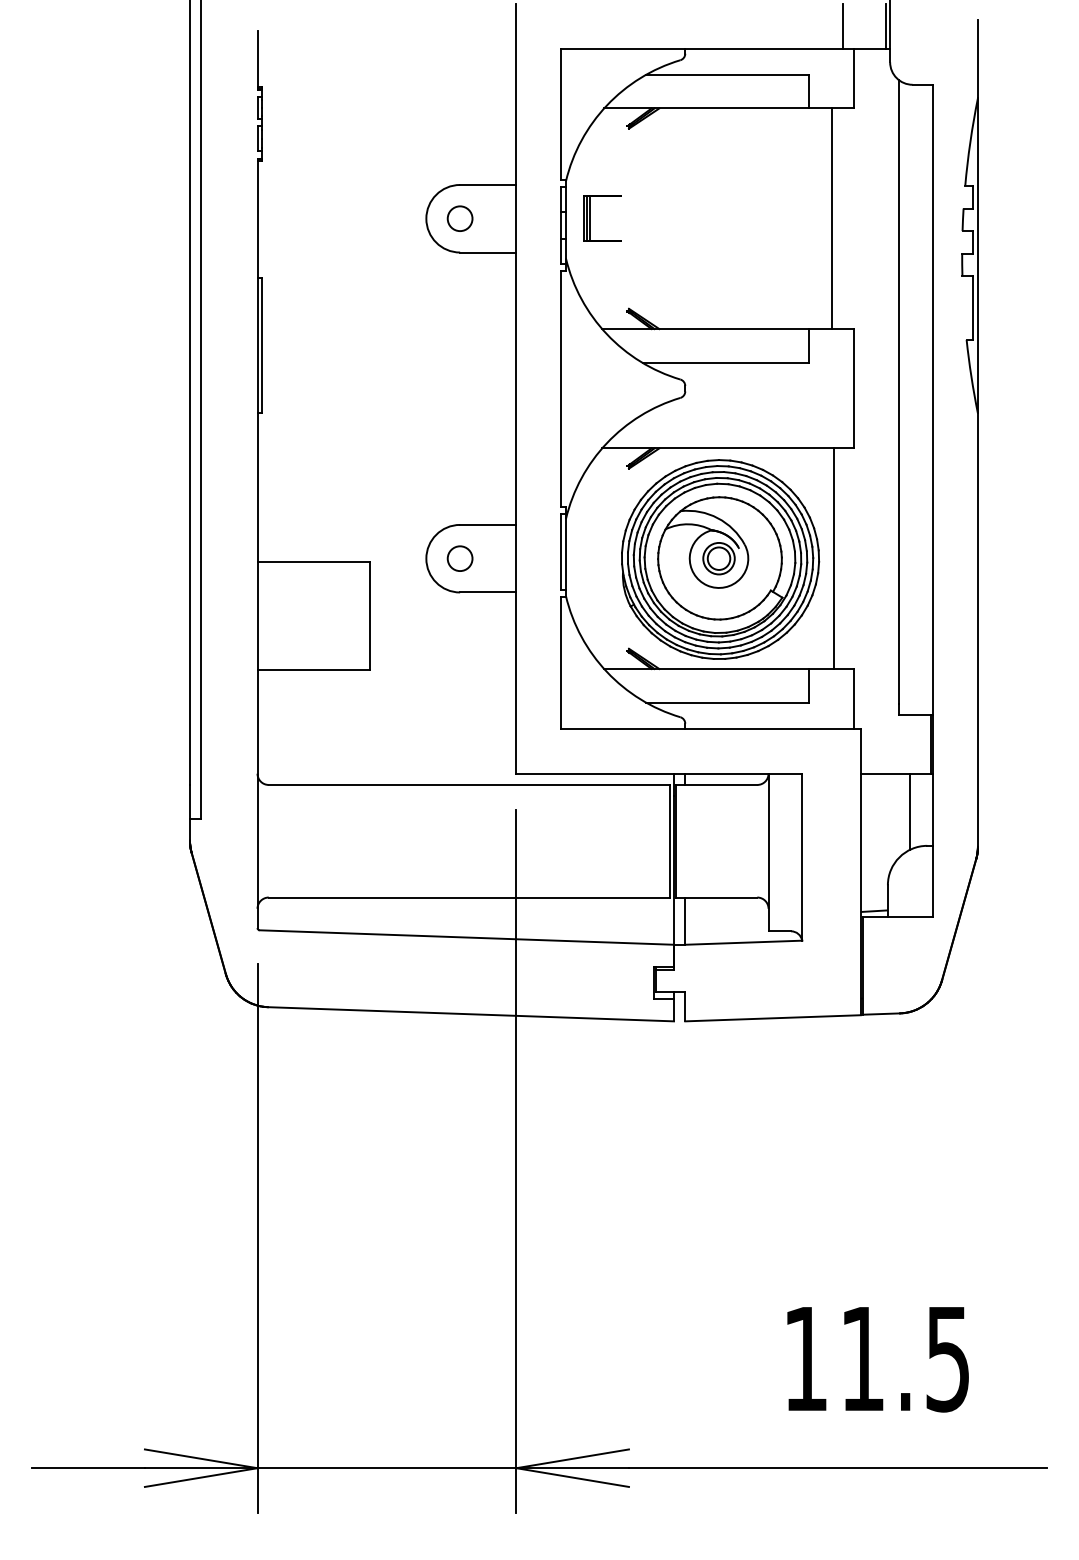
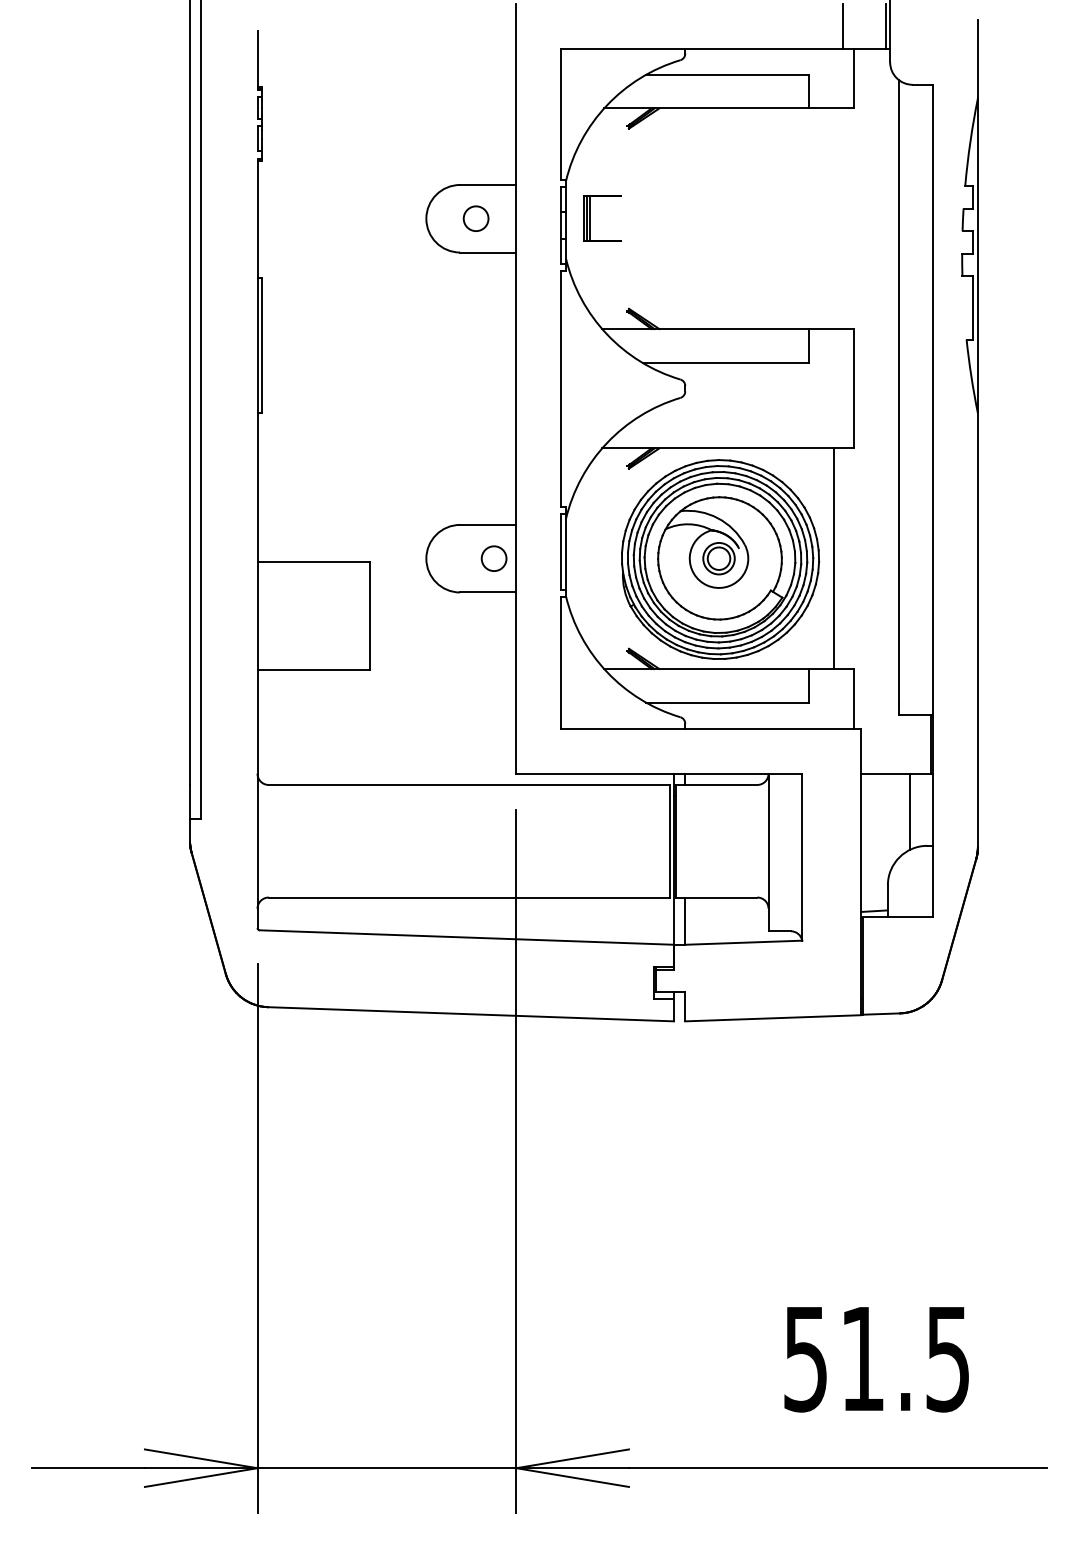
circle at (459, 218) position: (459, 218) -> (475, 218)
line at (831, 218): present -> none
circle at (459, 558) position: (459, 558) -> (493, 558)
text at (805, 1359): 11.5 -> 51.5
